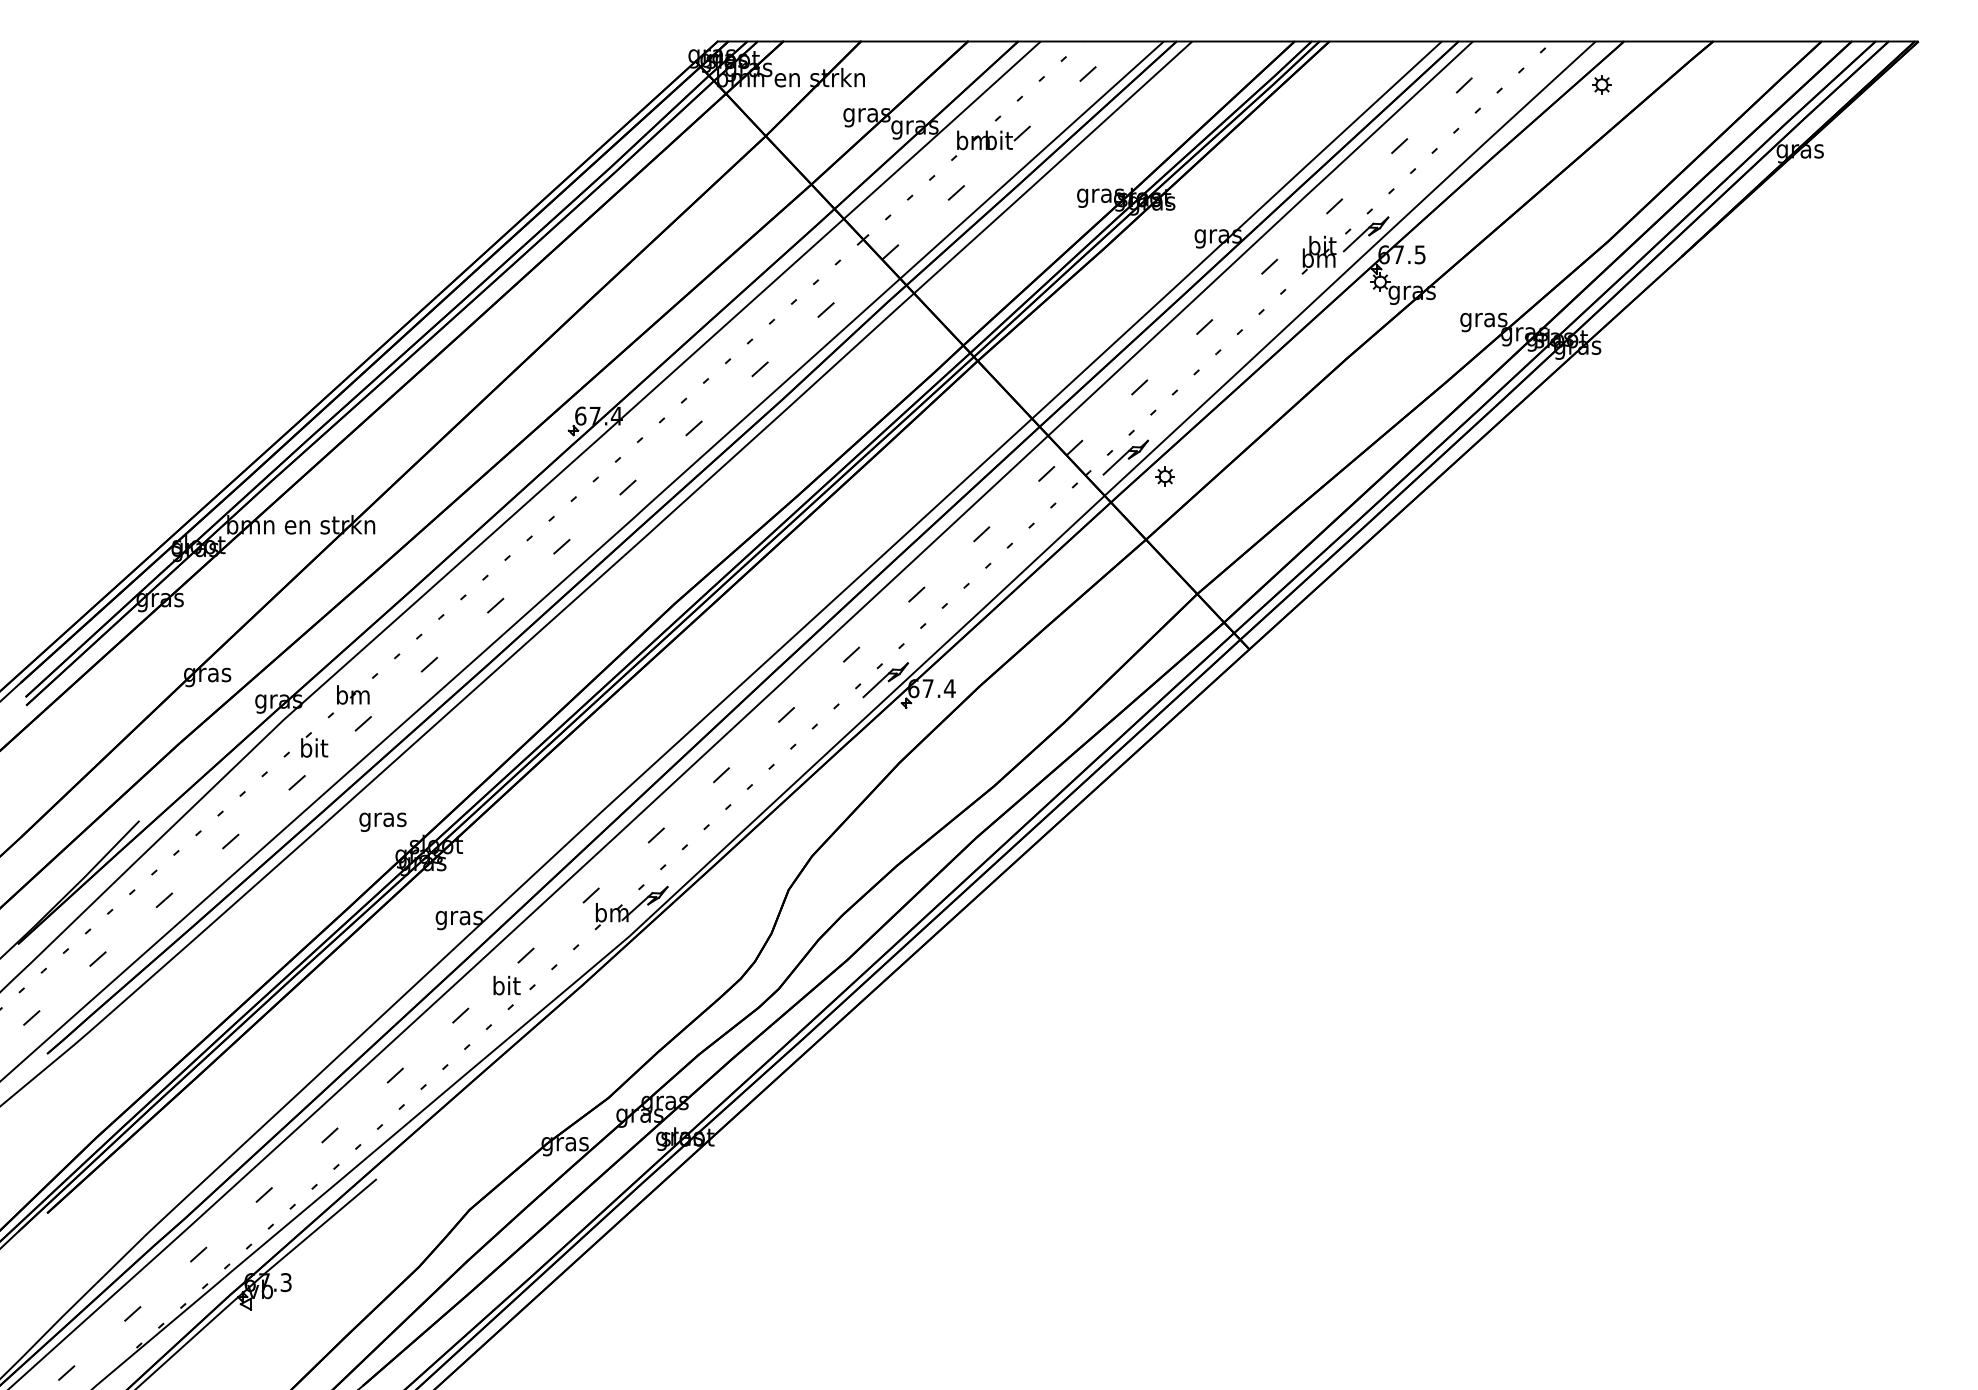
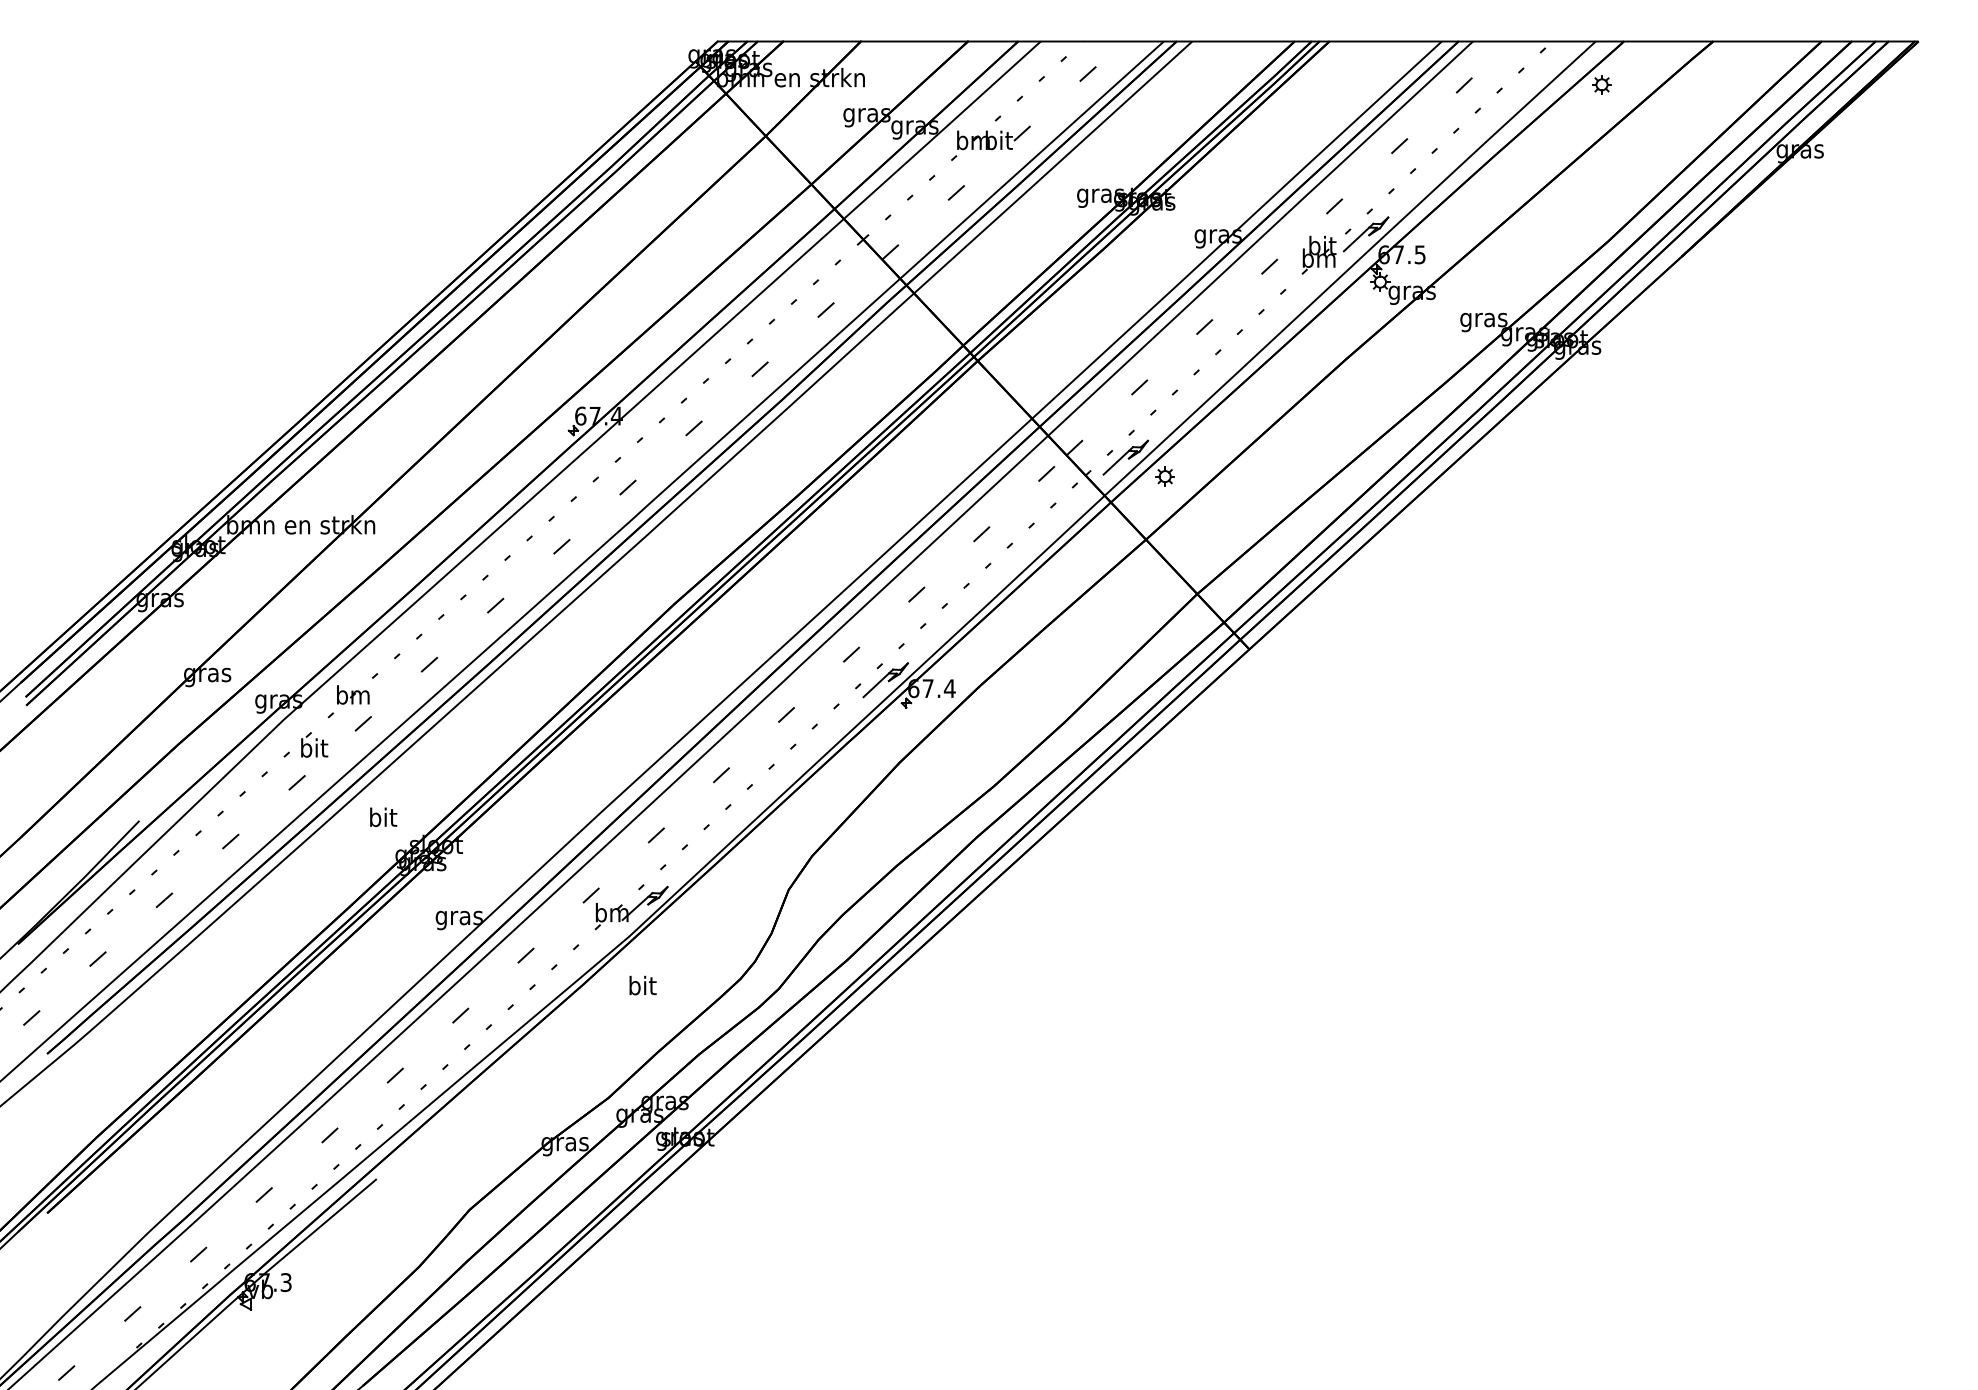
text at (382, 819): gras -> bit
text at (506, 985) position: (506, 985) -> (642, 985)
